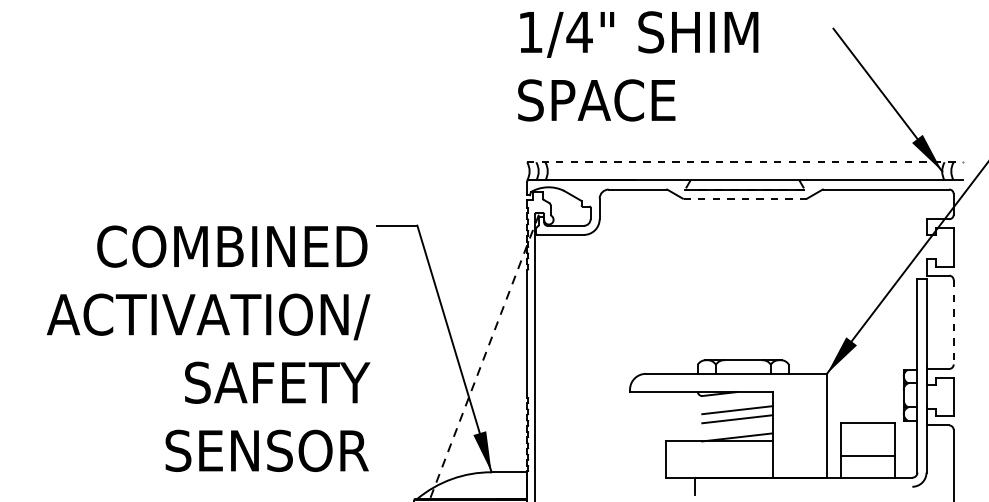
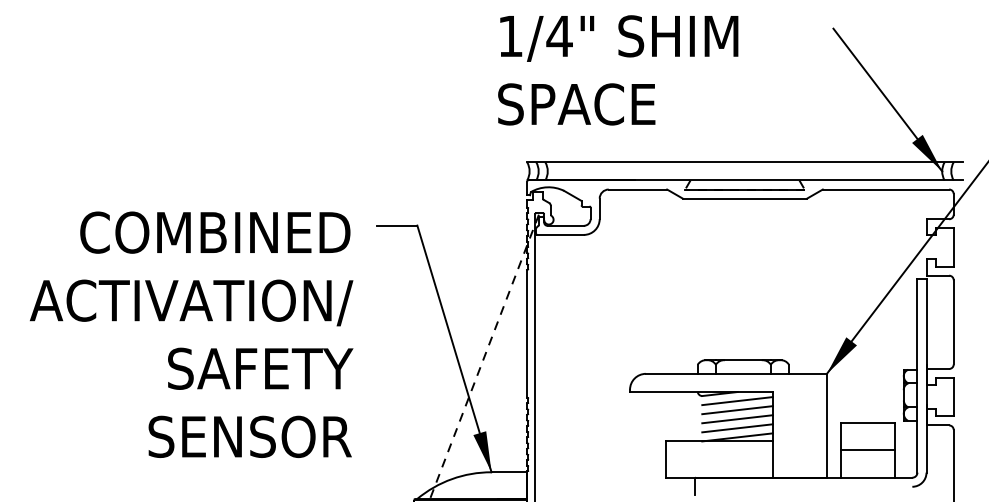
text at (638, 66) position: (638, 66) -> (618, 70)
line at (744, 162): dashed -> solid
line at (744, 198): dashed -> solid
line at (953, 322): dashed -> solid
text at (208, 348) position: (208, 348) -> (191, 334)
line at (737, 401): none -> present
line at (737, 428): none -> present
line at (867, 456) position: (867, 456) -> (867, 450)
